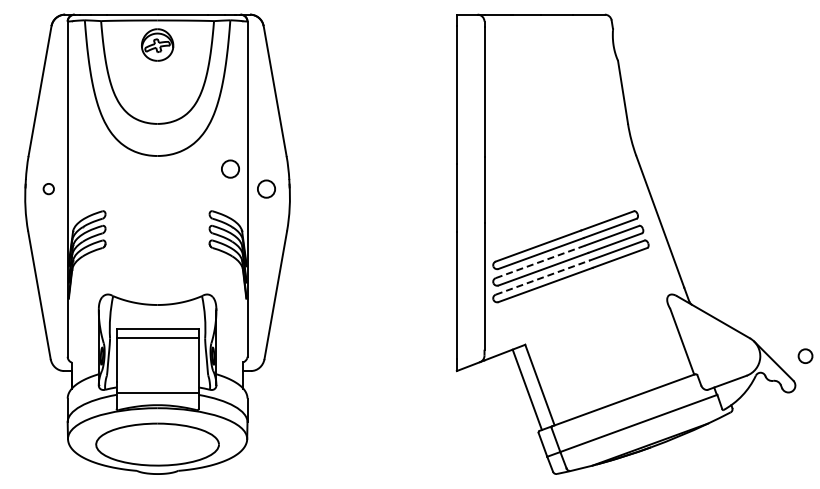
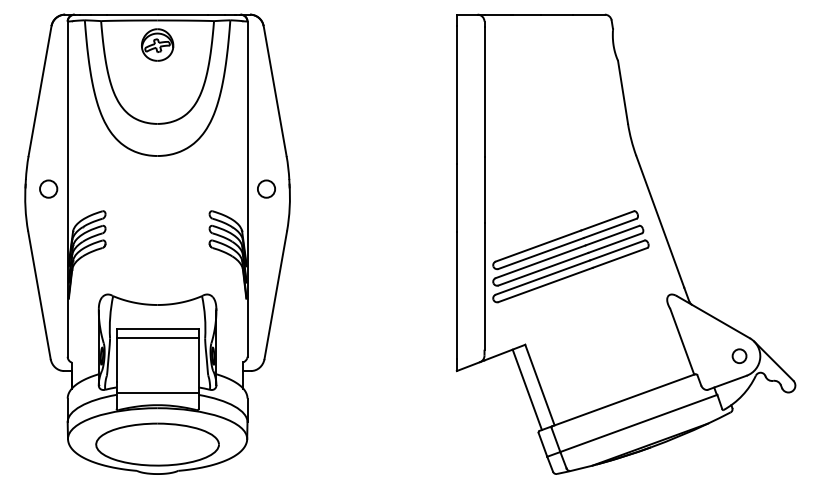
circle at (230, 168): present -> none
circle at (48, 189) size: 13x13 px -> 20x20 px
line at (540, 261): dashed -> solid
line at (543, 277): dashed -> solid
circle at (805, 355) position: (805, 355) -> (739, 355)
